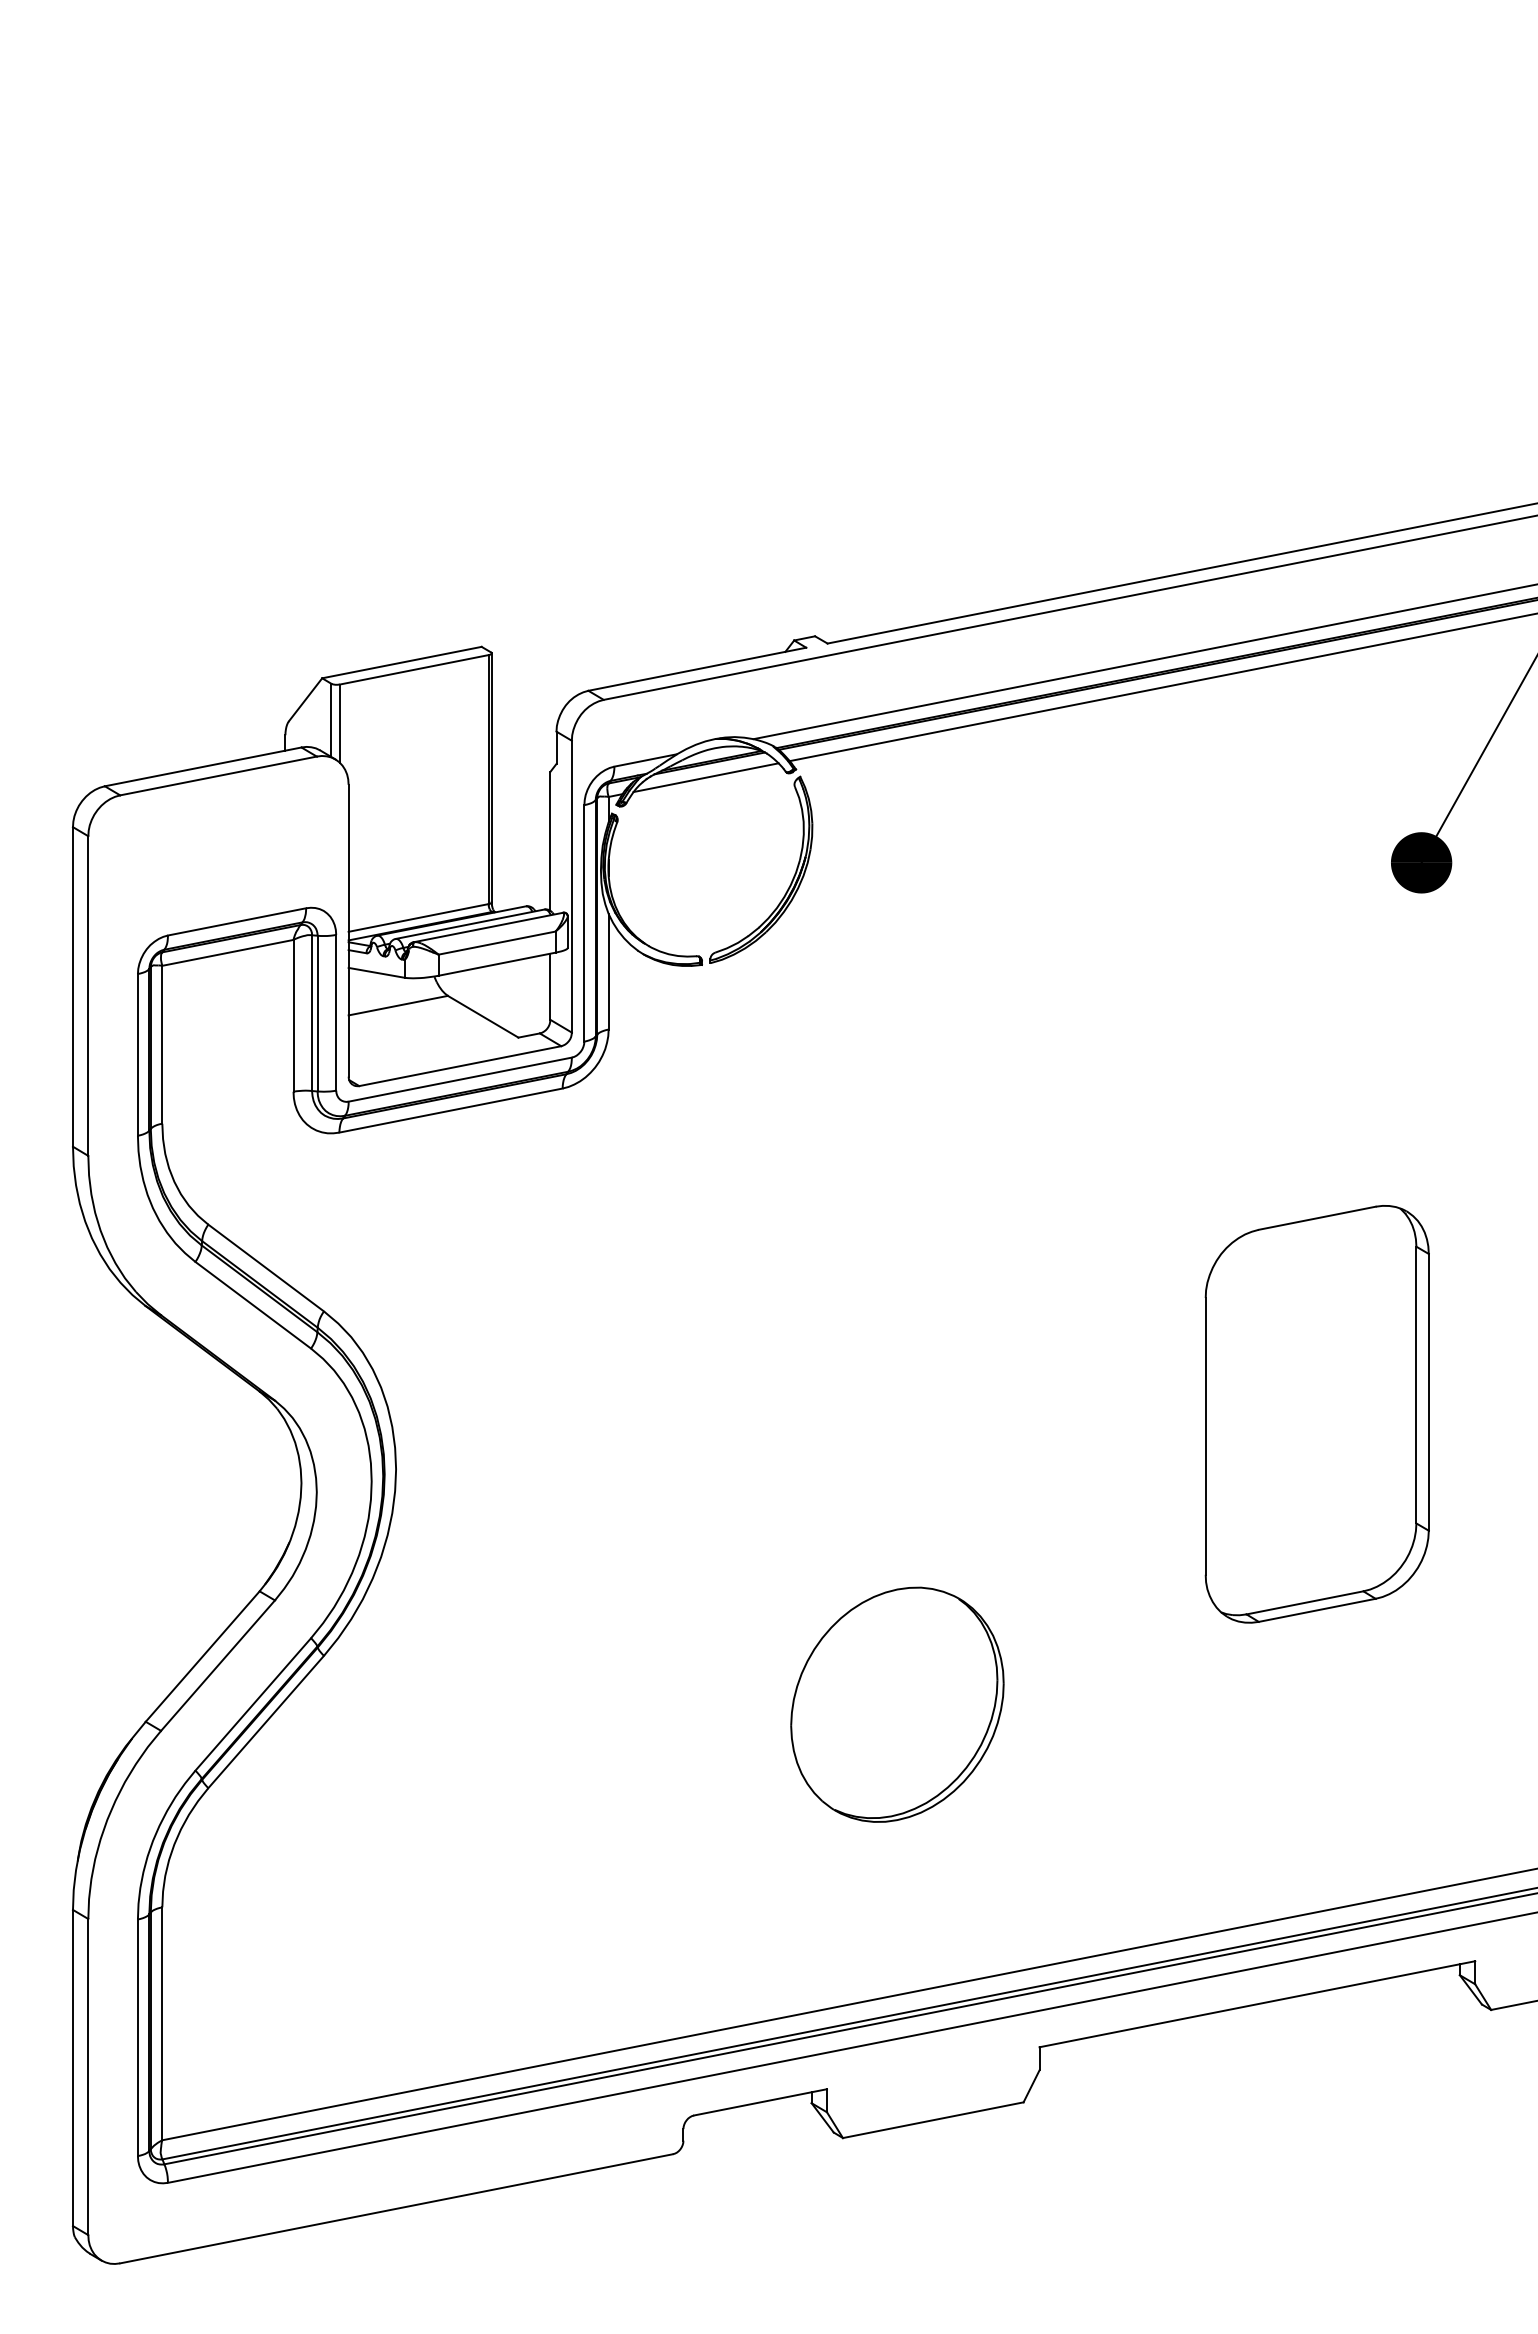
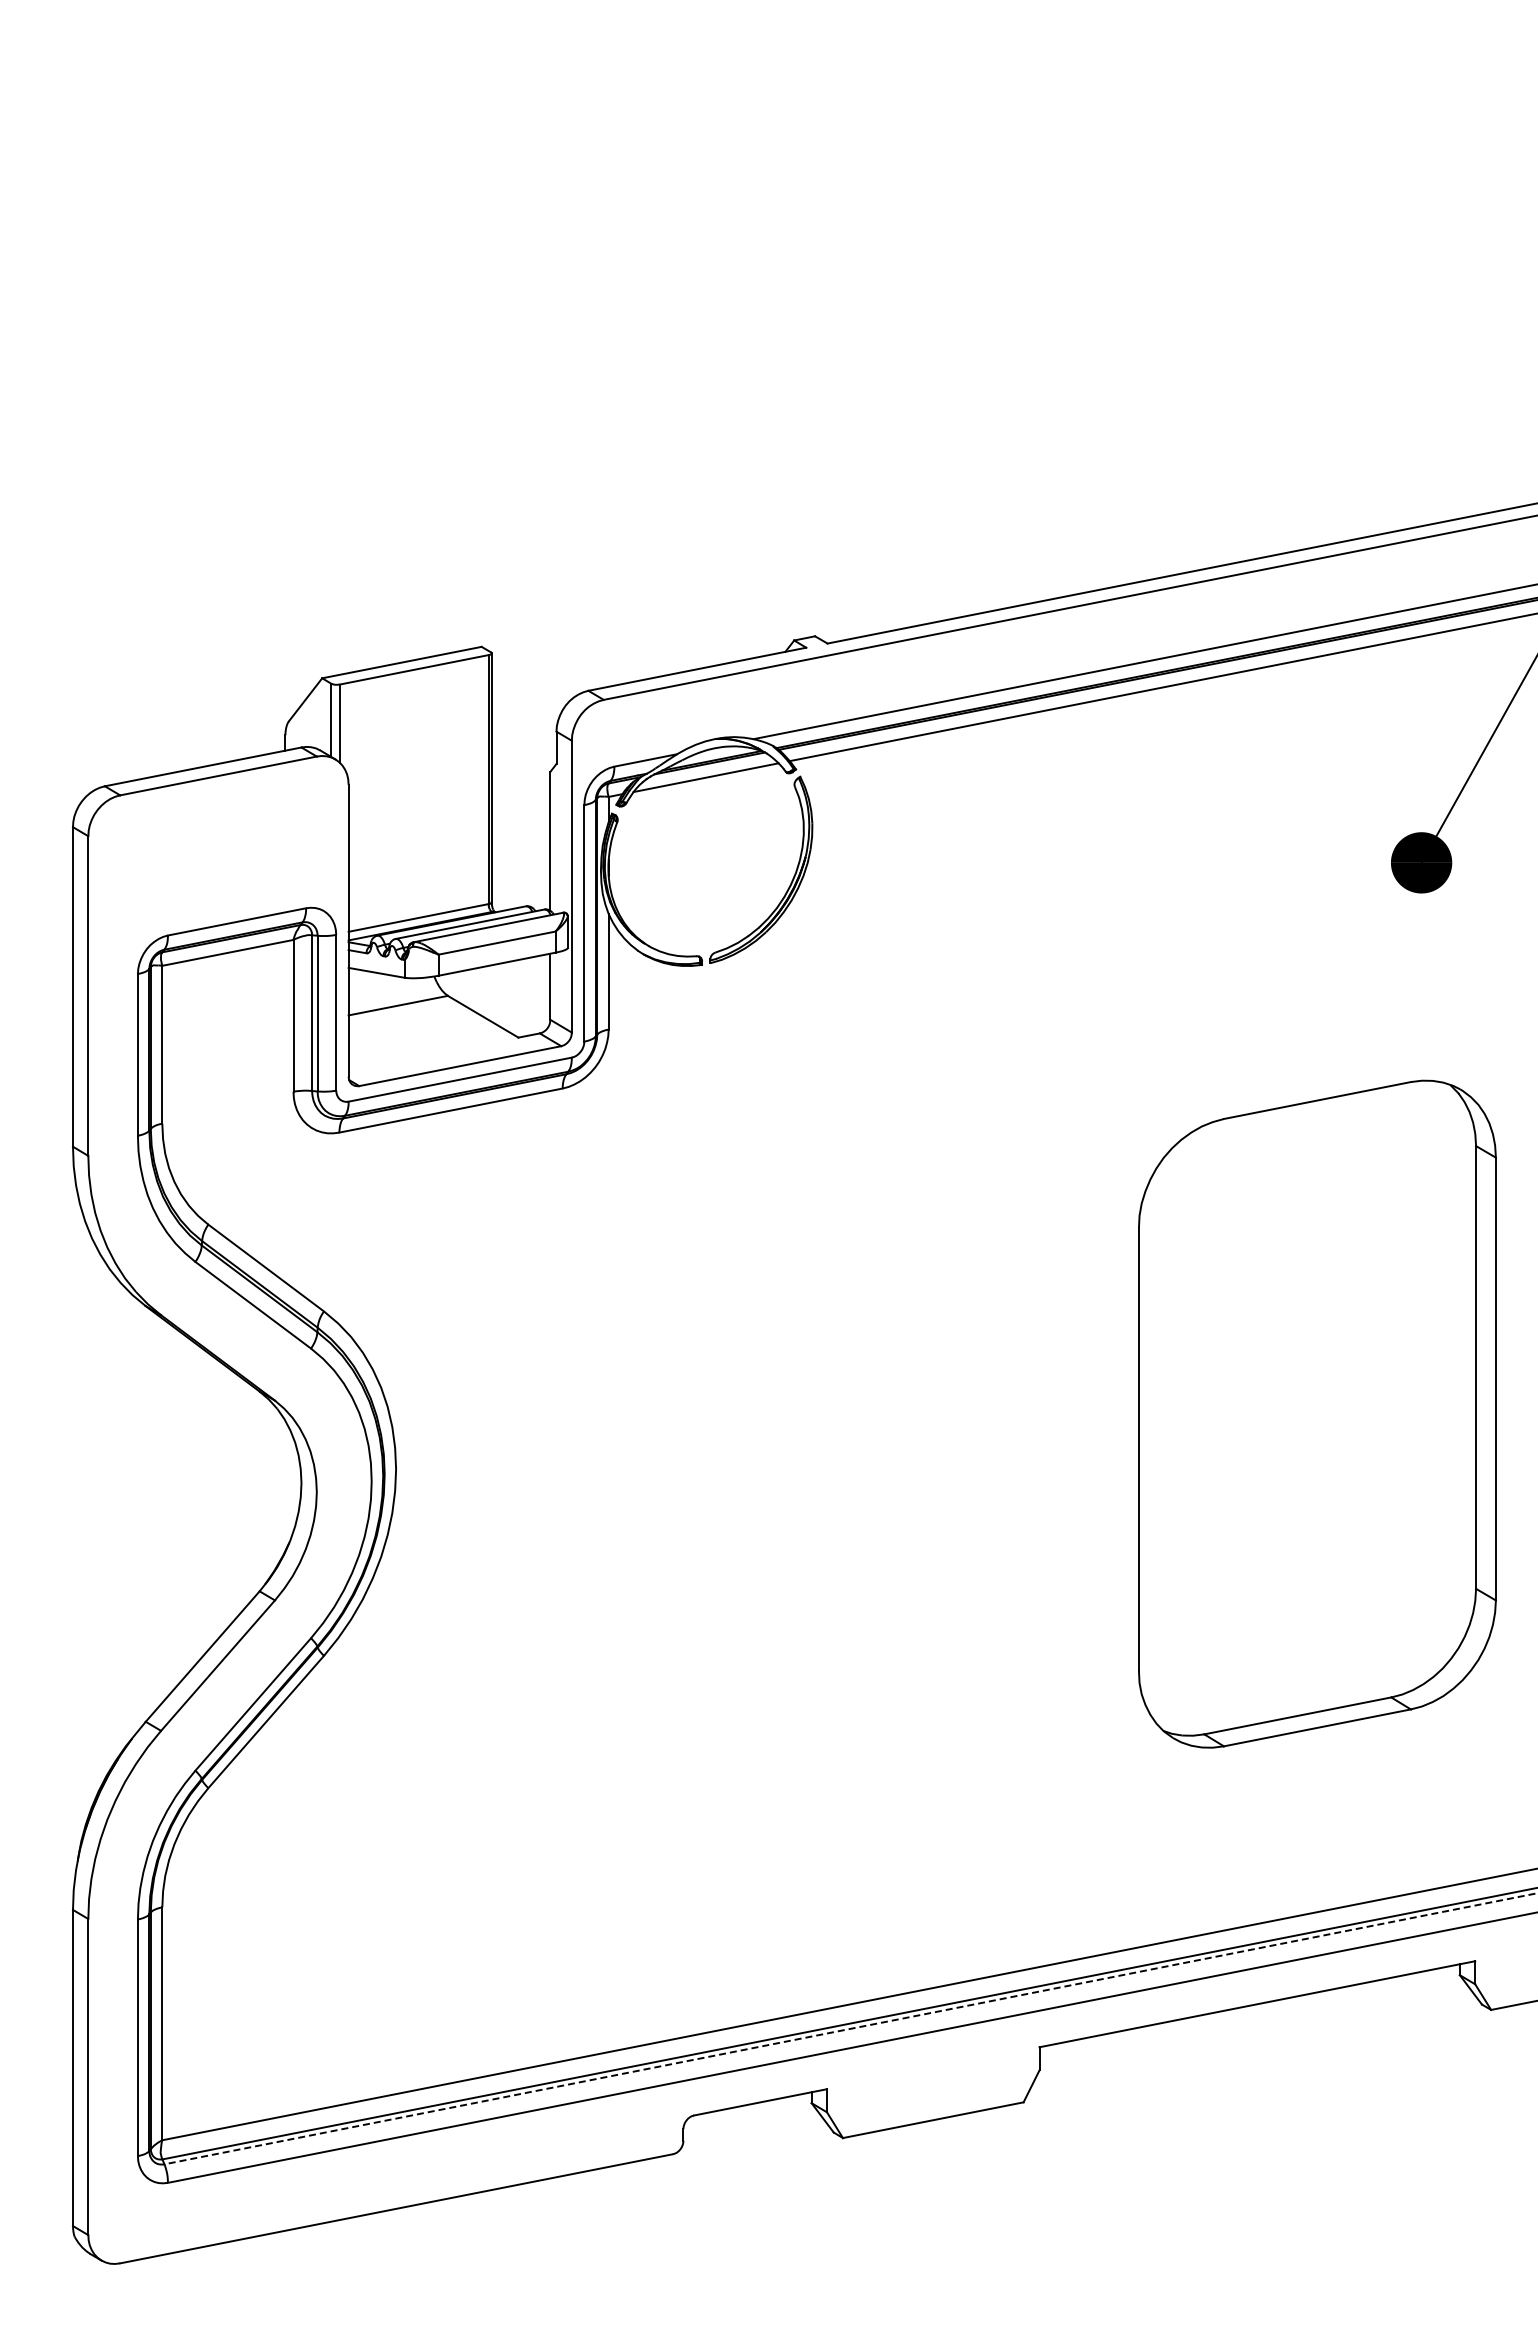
part at (1316, 1414) size: 226x419 px -> 359x670 px
part at (897, 1704): present -> none
line at (850, 2028): solid -> dashed
